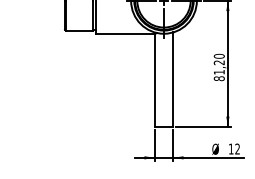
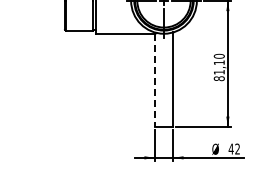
text at (218, 62): 81,20 -> 81,10
line at (154, 80): solid -> dashed
text at (230, 148): 12 -> 42
